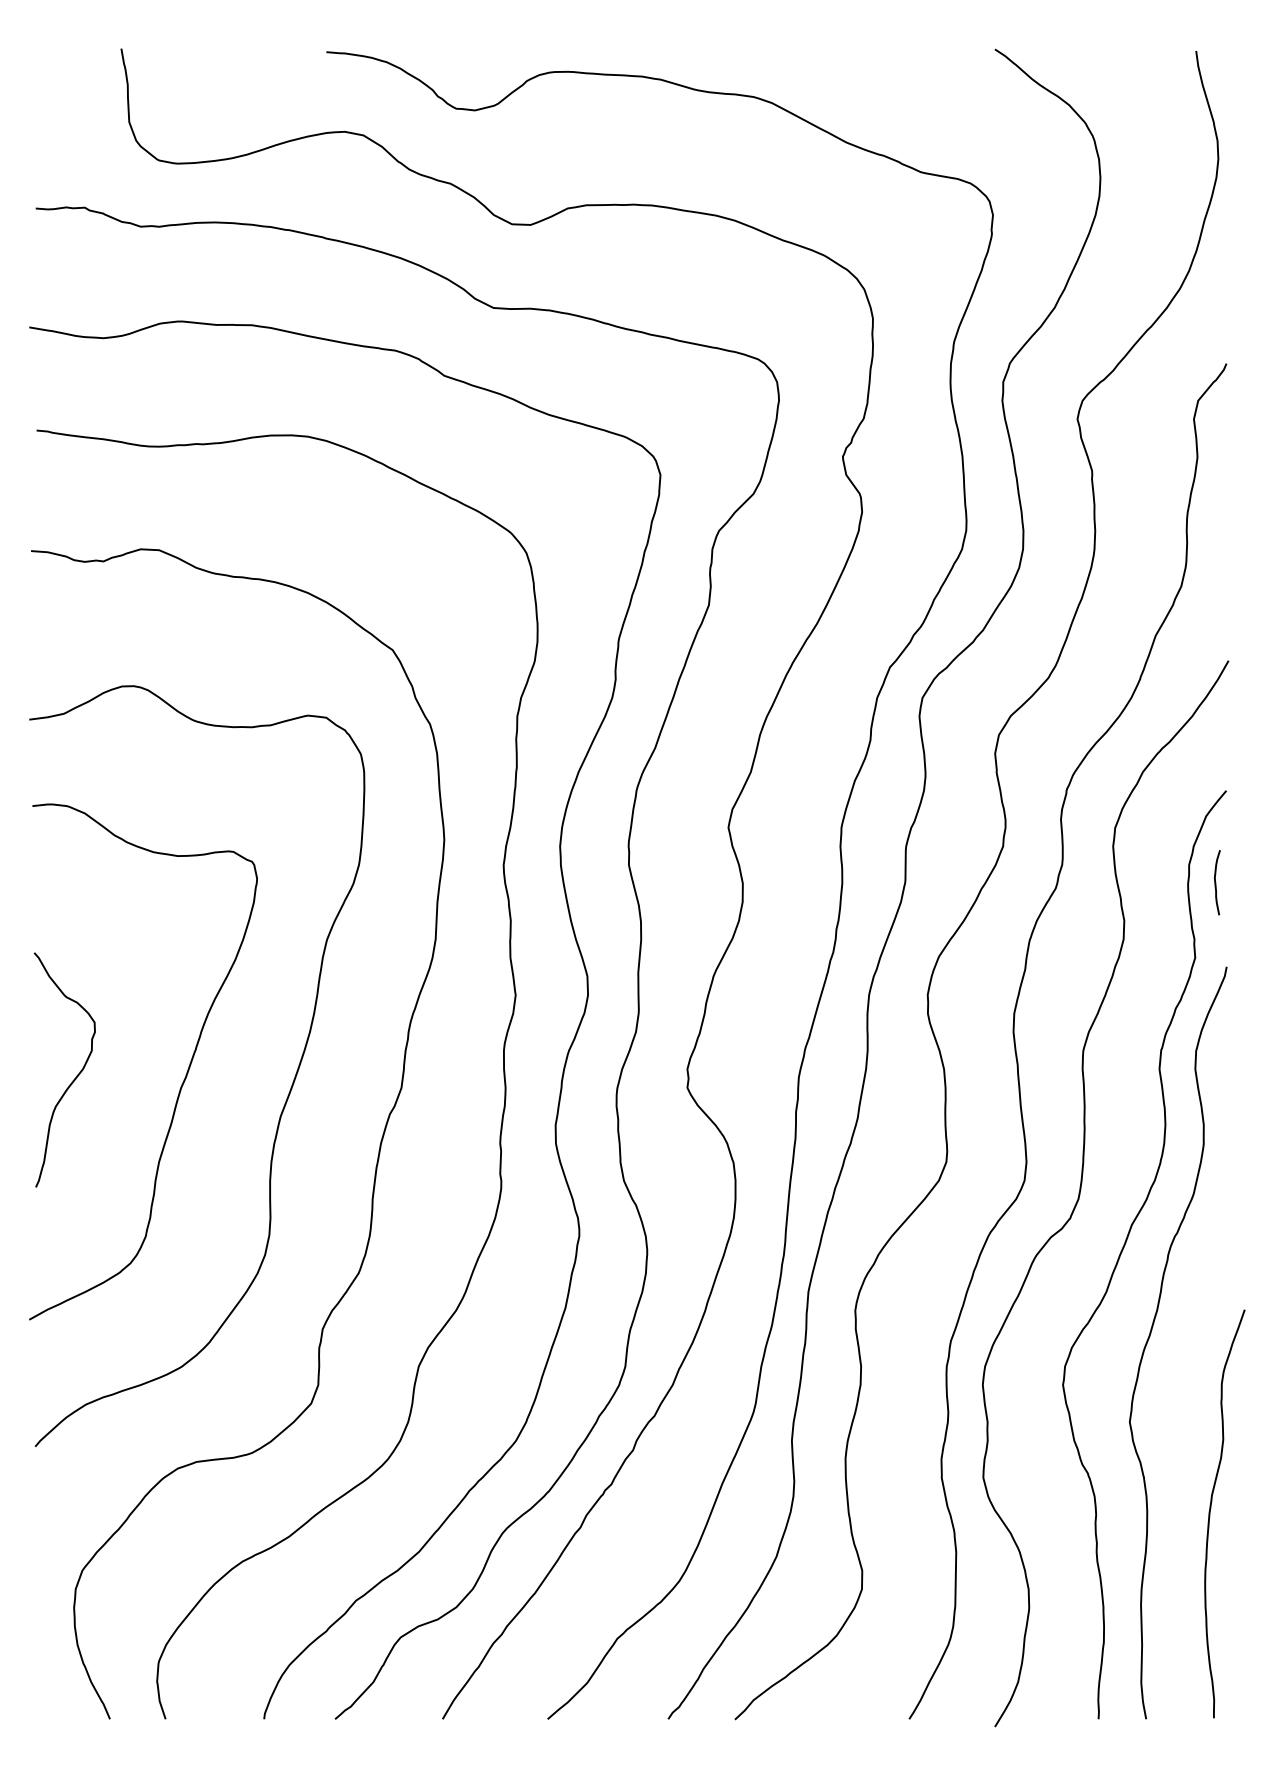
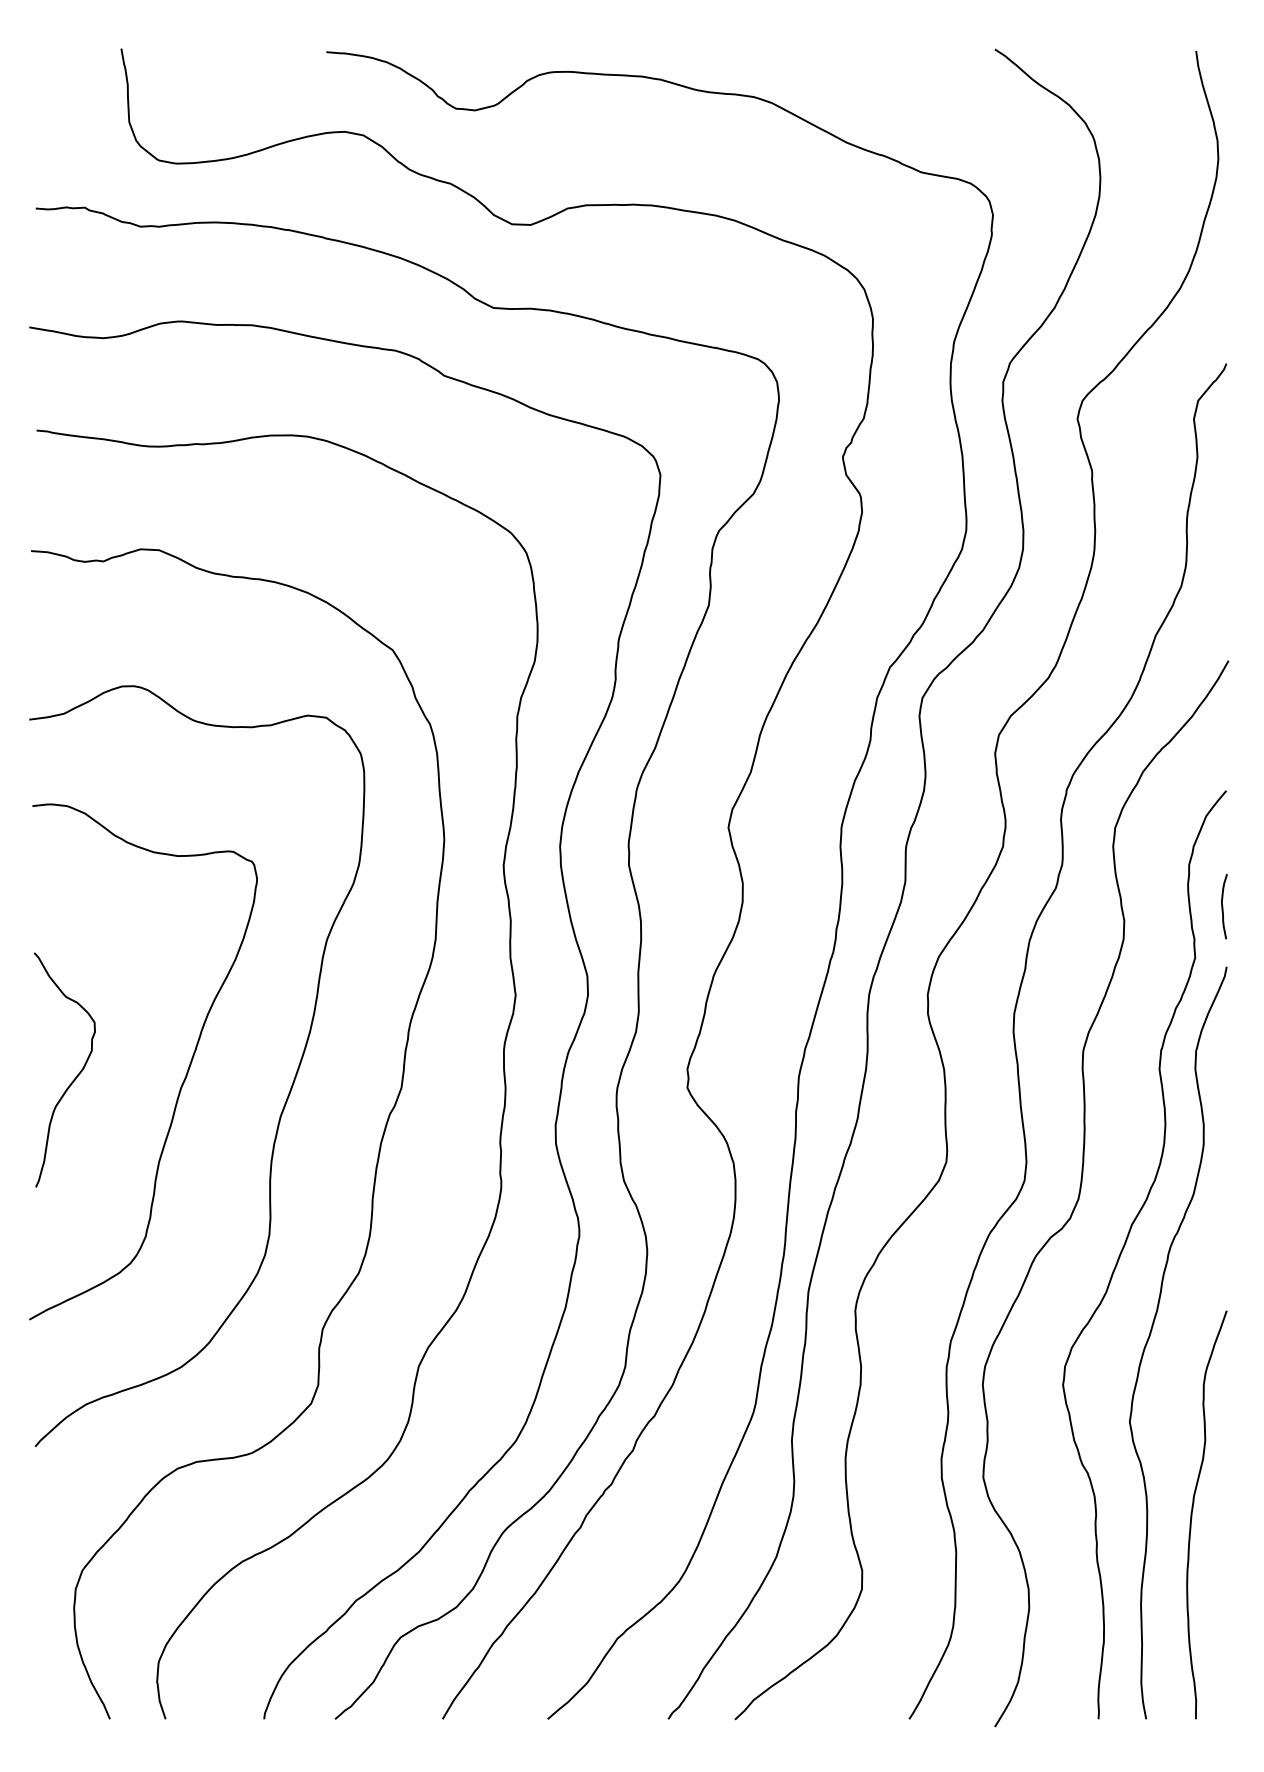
curve at (1216, 882) position: (1216, 882) -> (1223, 906)
curve at (1211, 1508) position: (1211, 1508) -> (1193, 1509)
